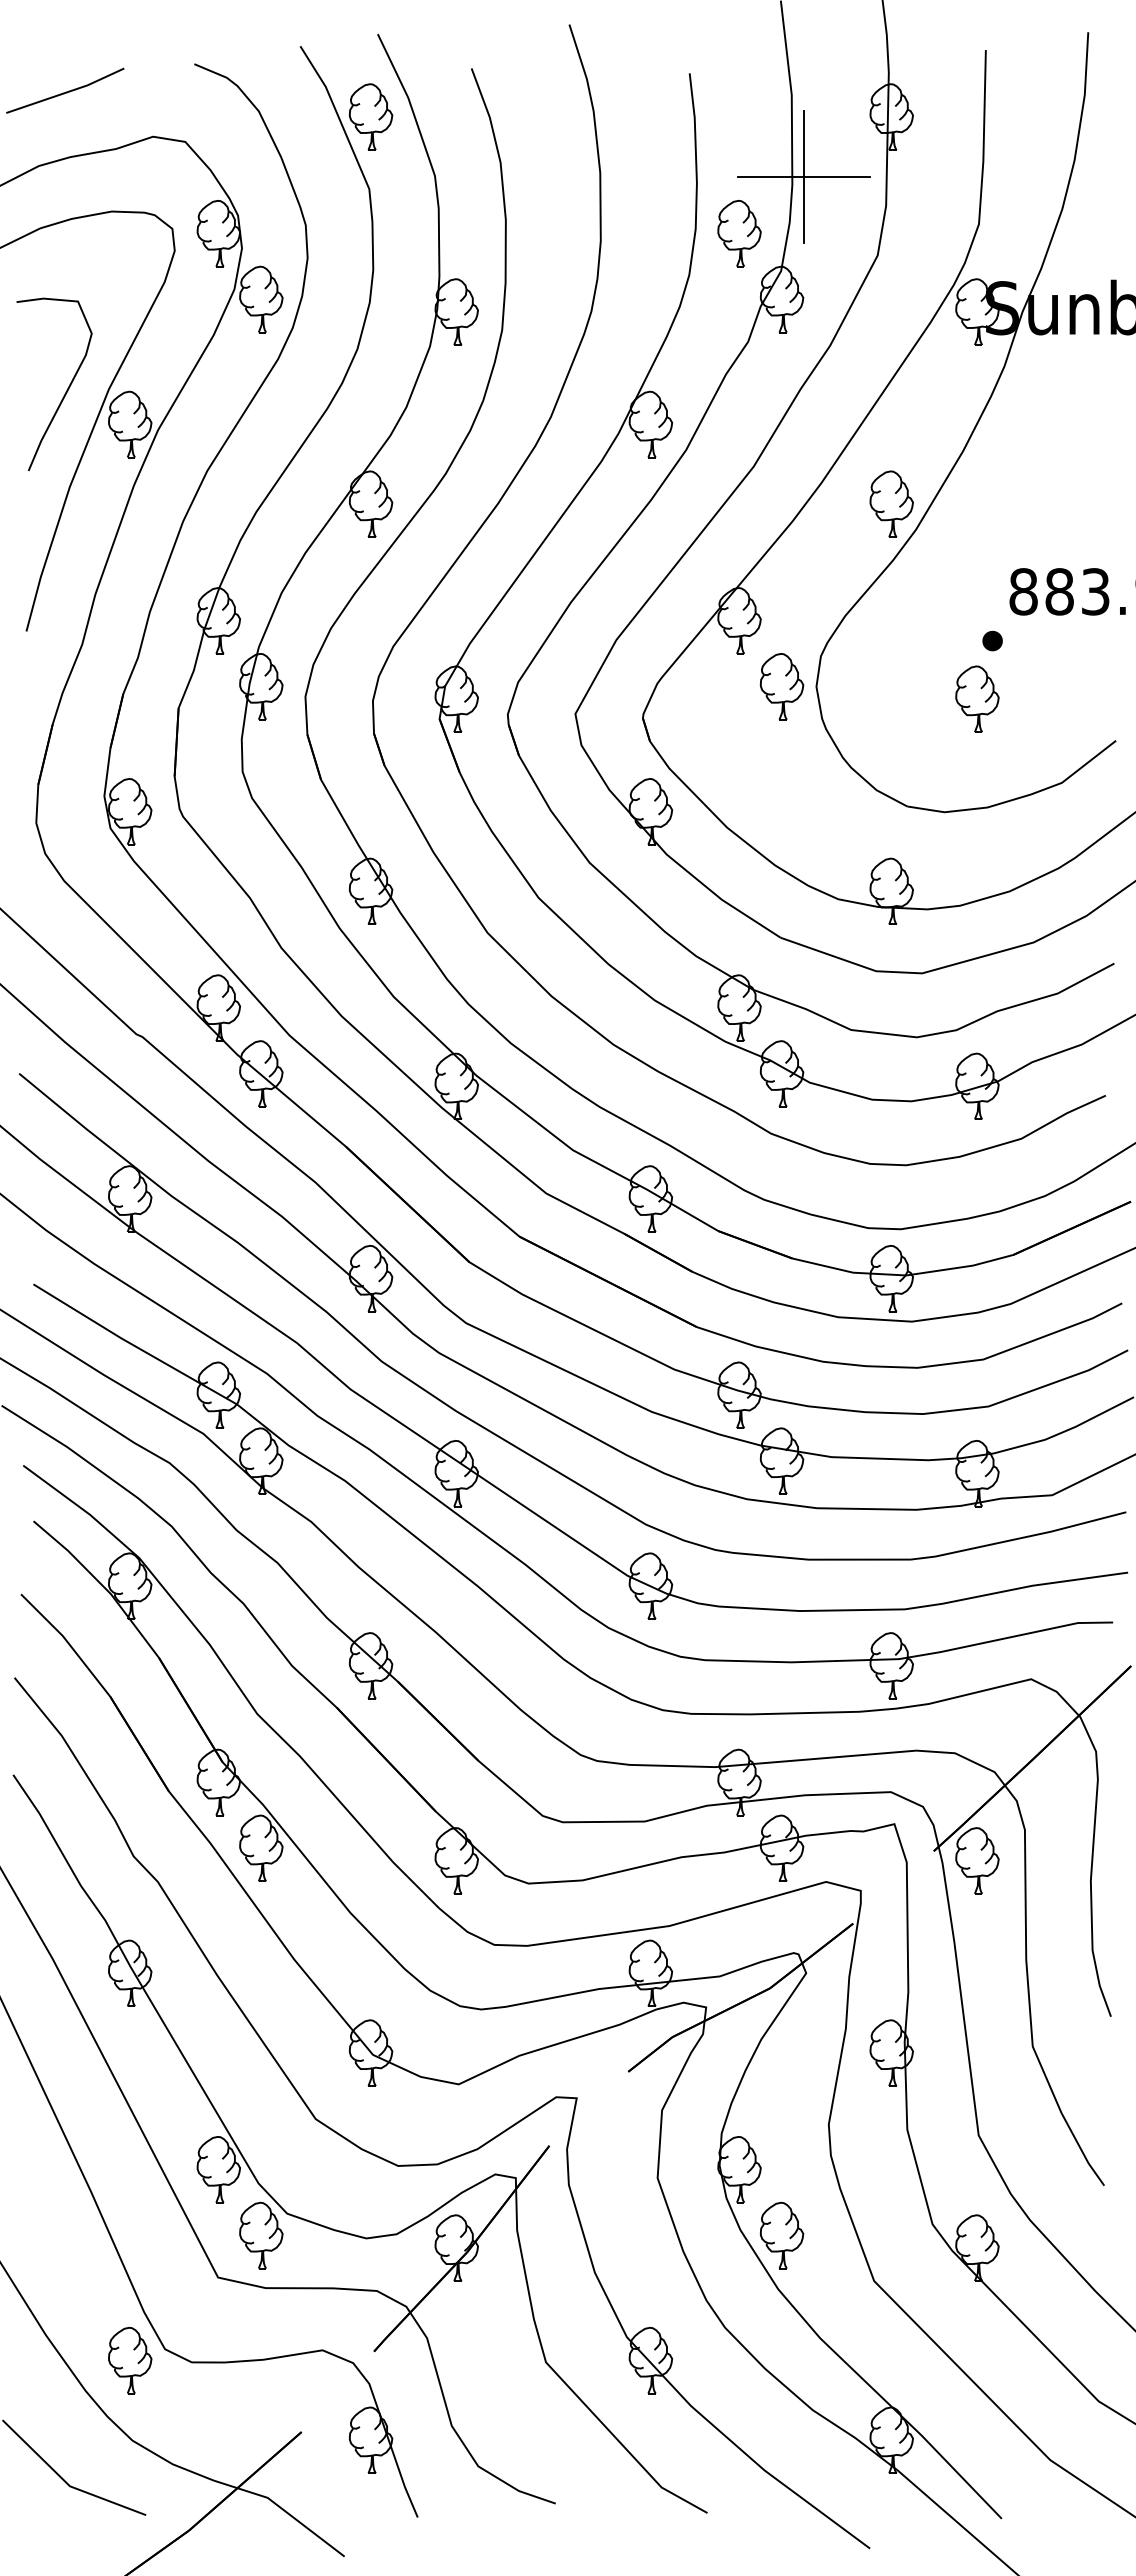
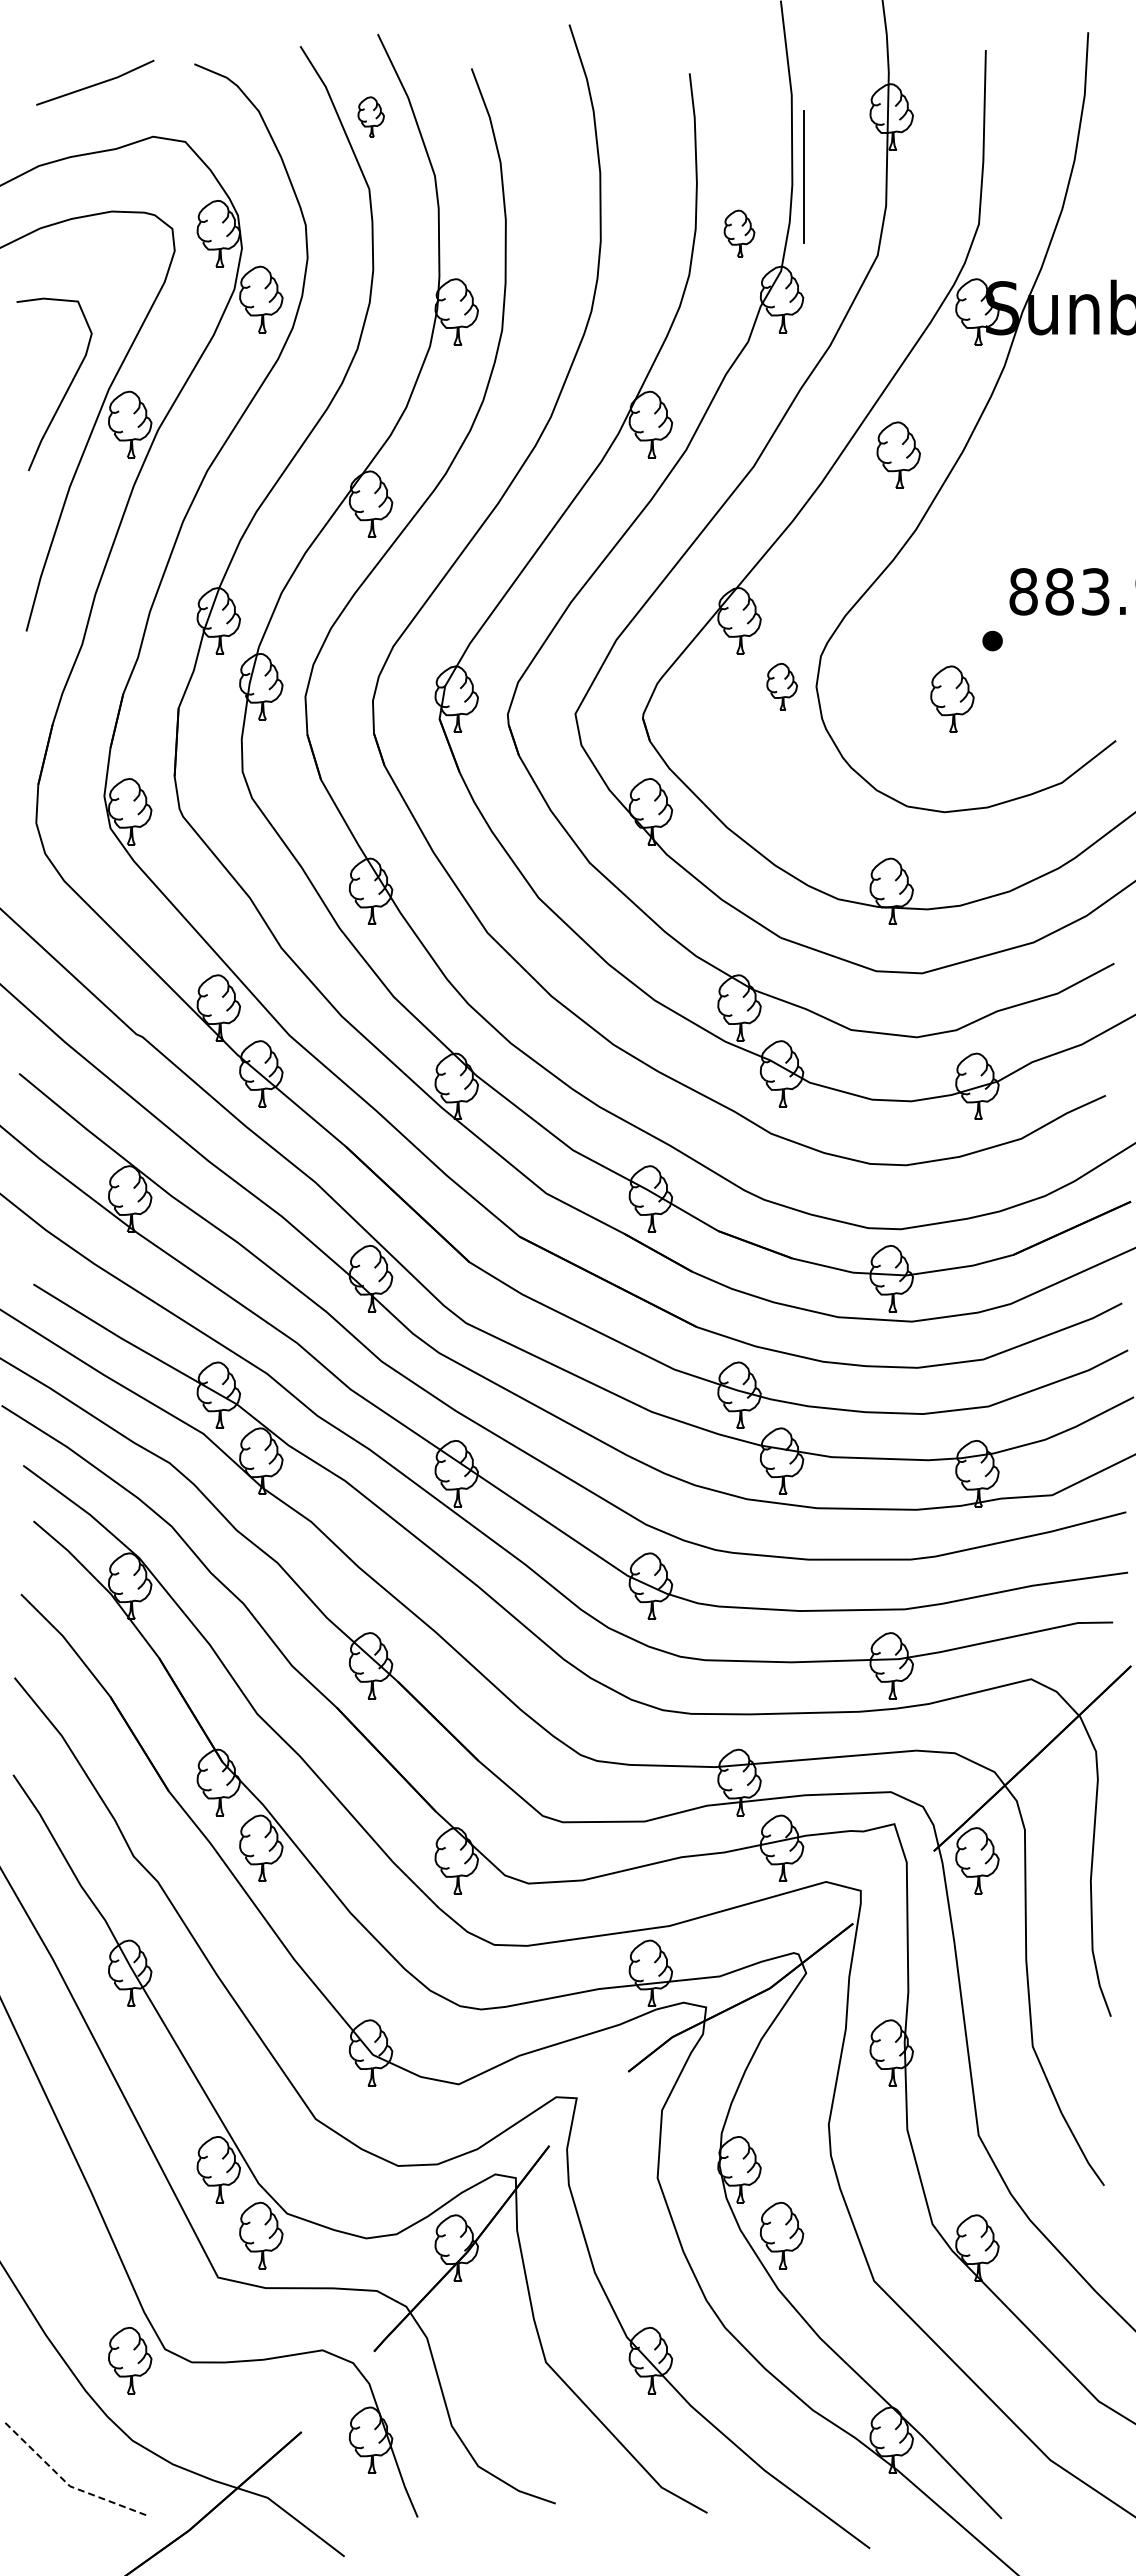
line at (65, 91) position: (65, 91) -> (95, 83)
part at (371, 116) size: 45x68 px -> 28x42 px
line at (803, 176): present -> none
part at (739, 233) size: 45x69 px -> 33x49 px
part at (891, 503) position: (891, 503) -> (898, 454)
part at (782, 686) size: 45x68 px -> 32x48 px
part at (977, 698) position: (977, 698) -> (952, 698)
line at (65, 2482): solid -> dashed
